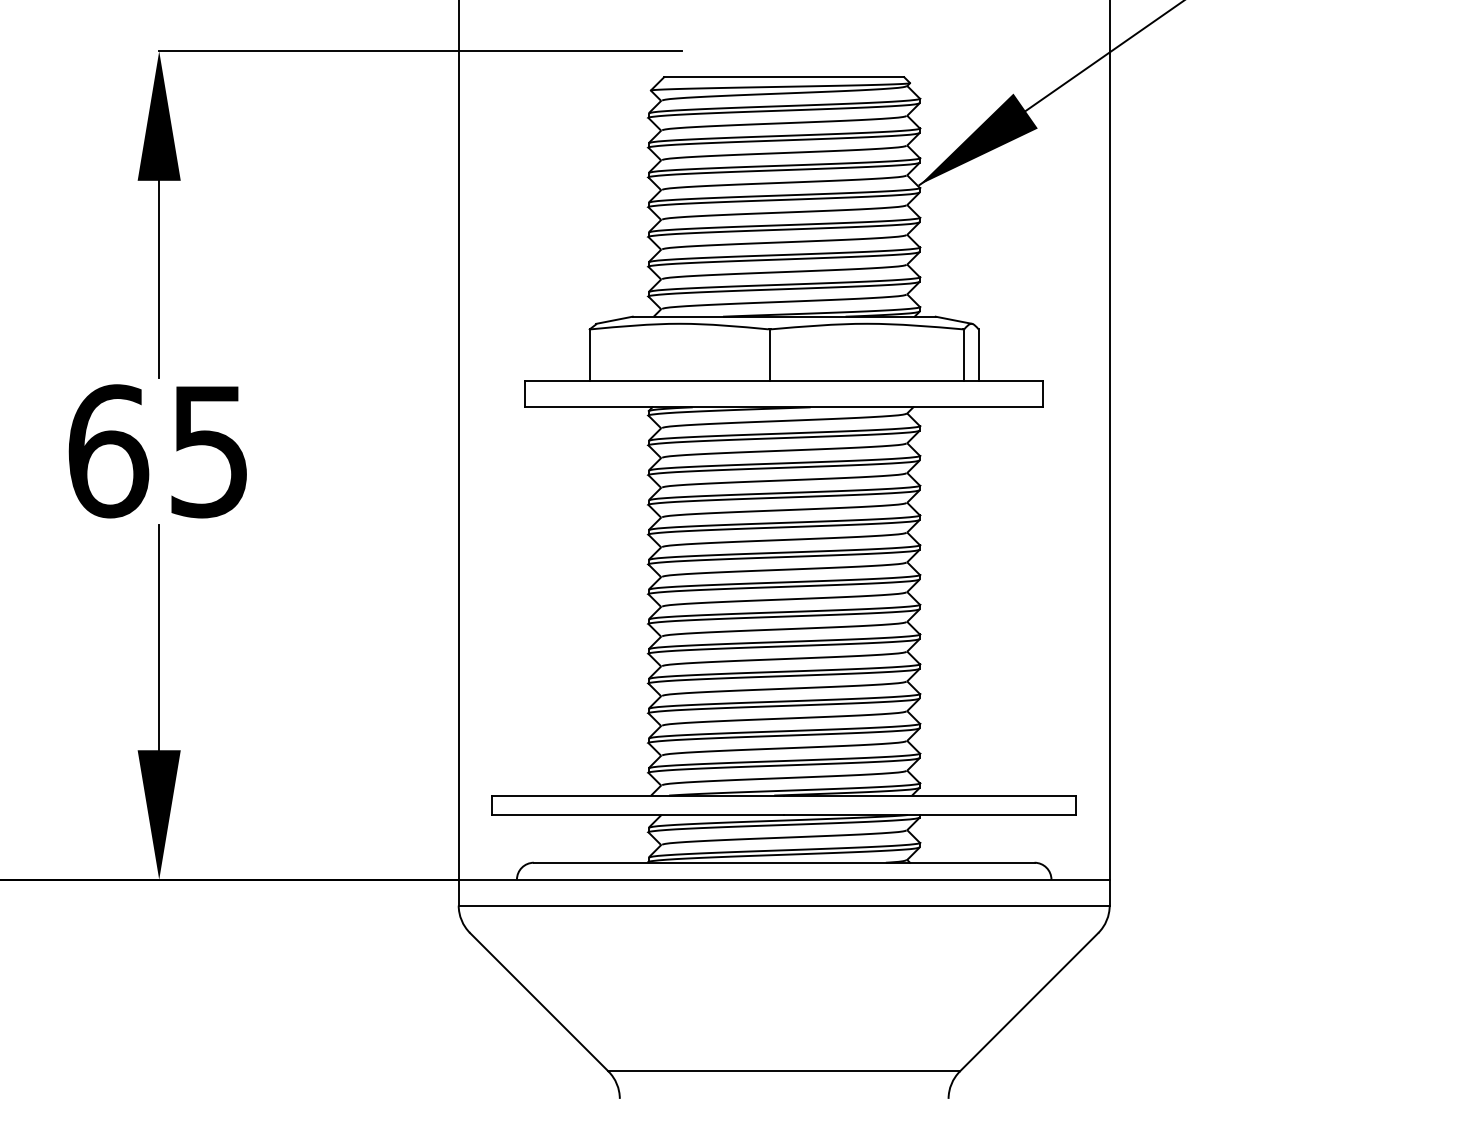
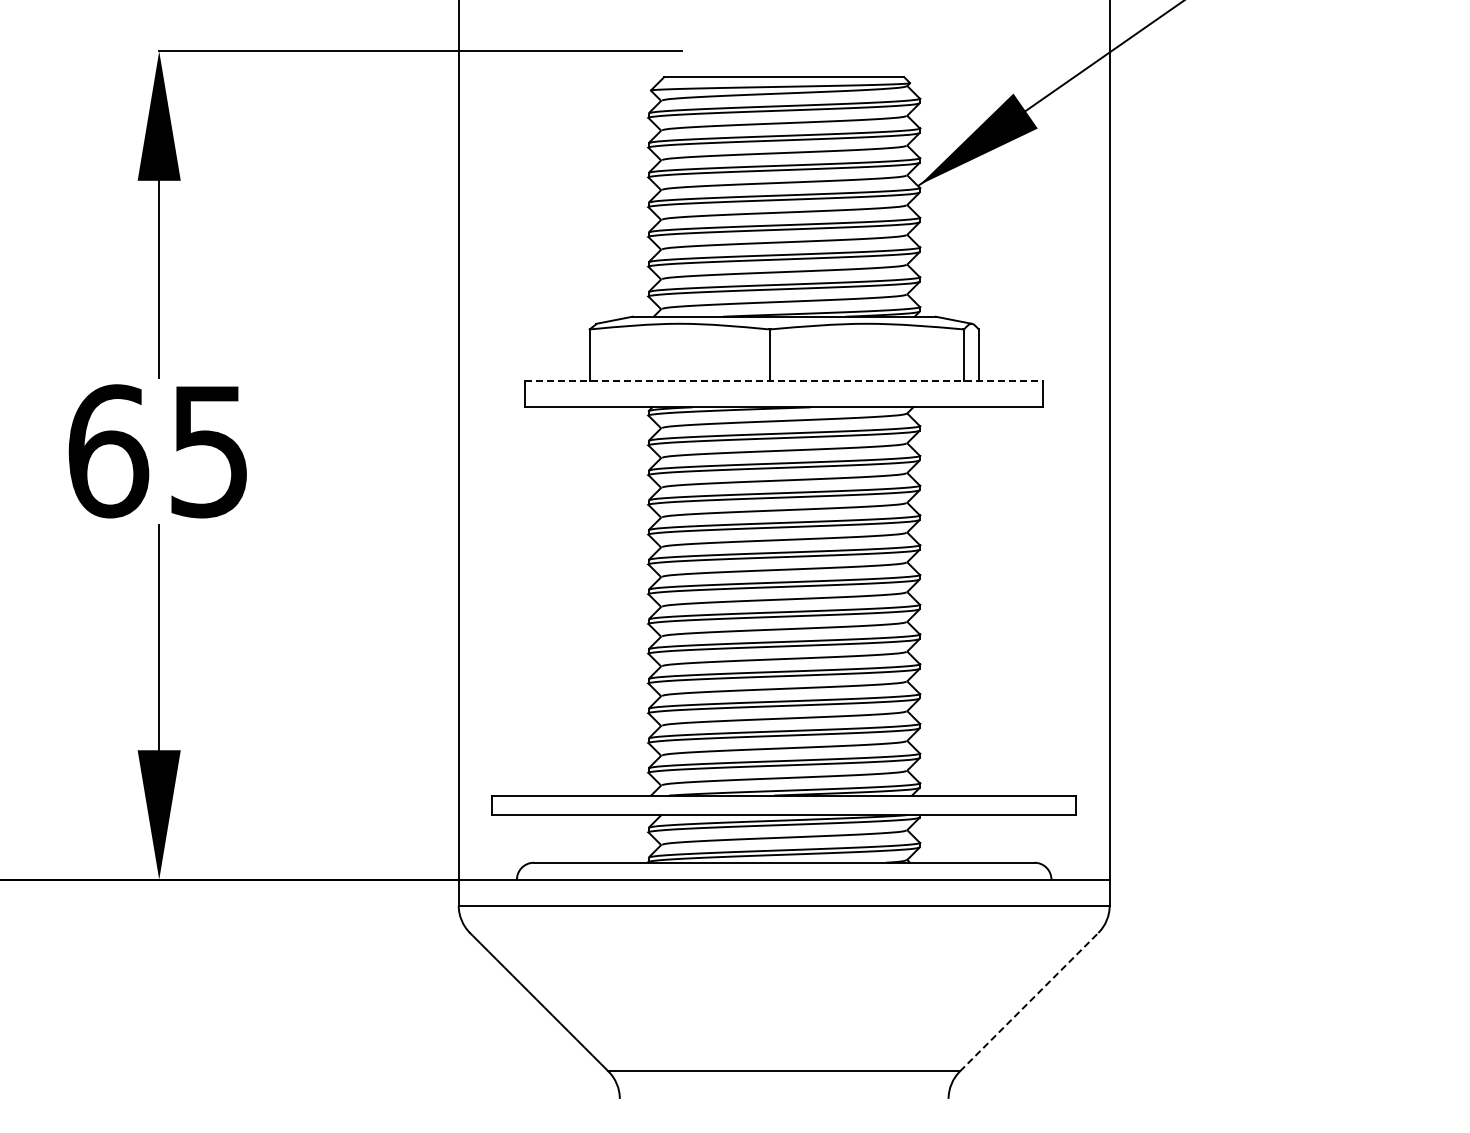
line at (784, 381): solid -> dashed
line at (1029, 1002): solid -> dashed
